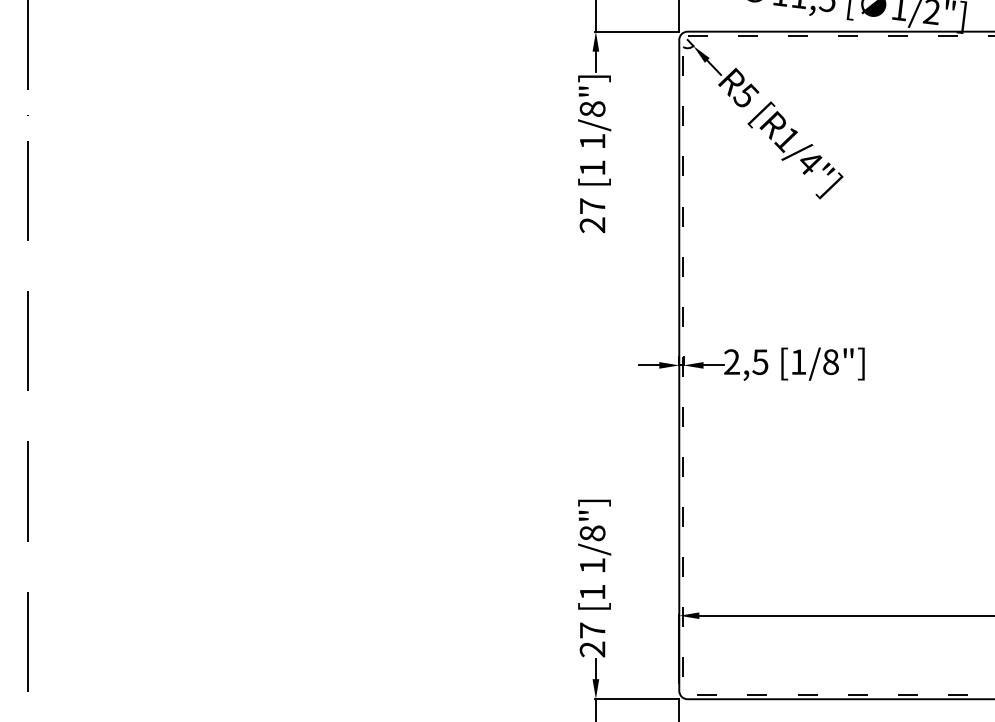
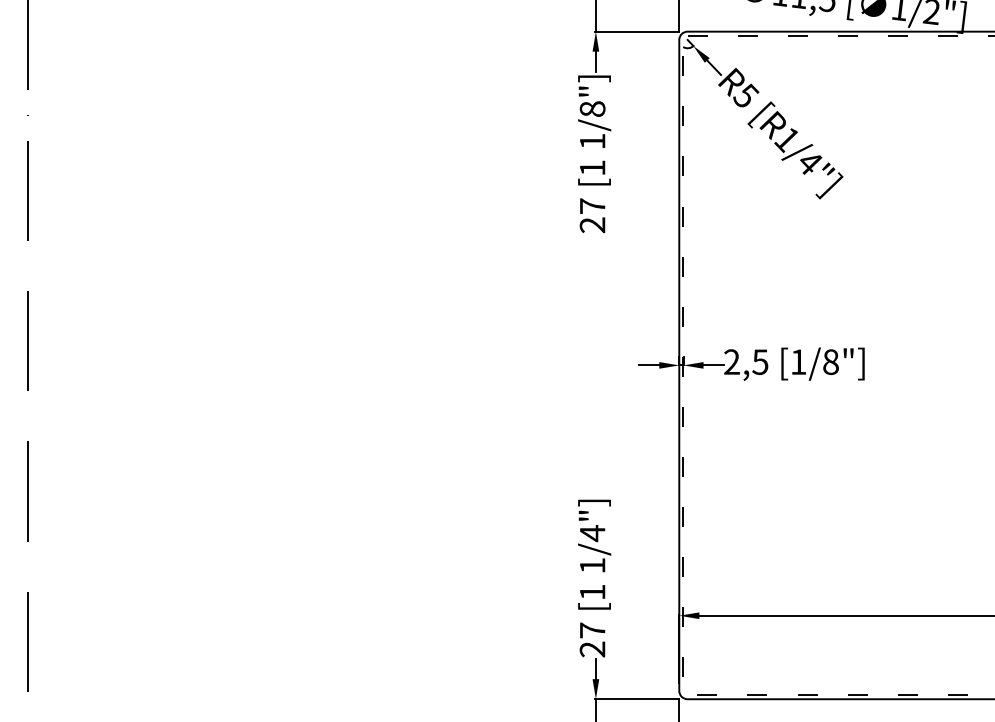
text at (592, 533): 1/8"] -> 1/4"]
